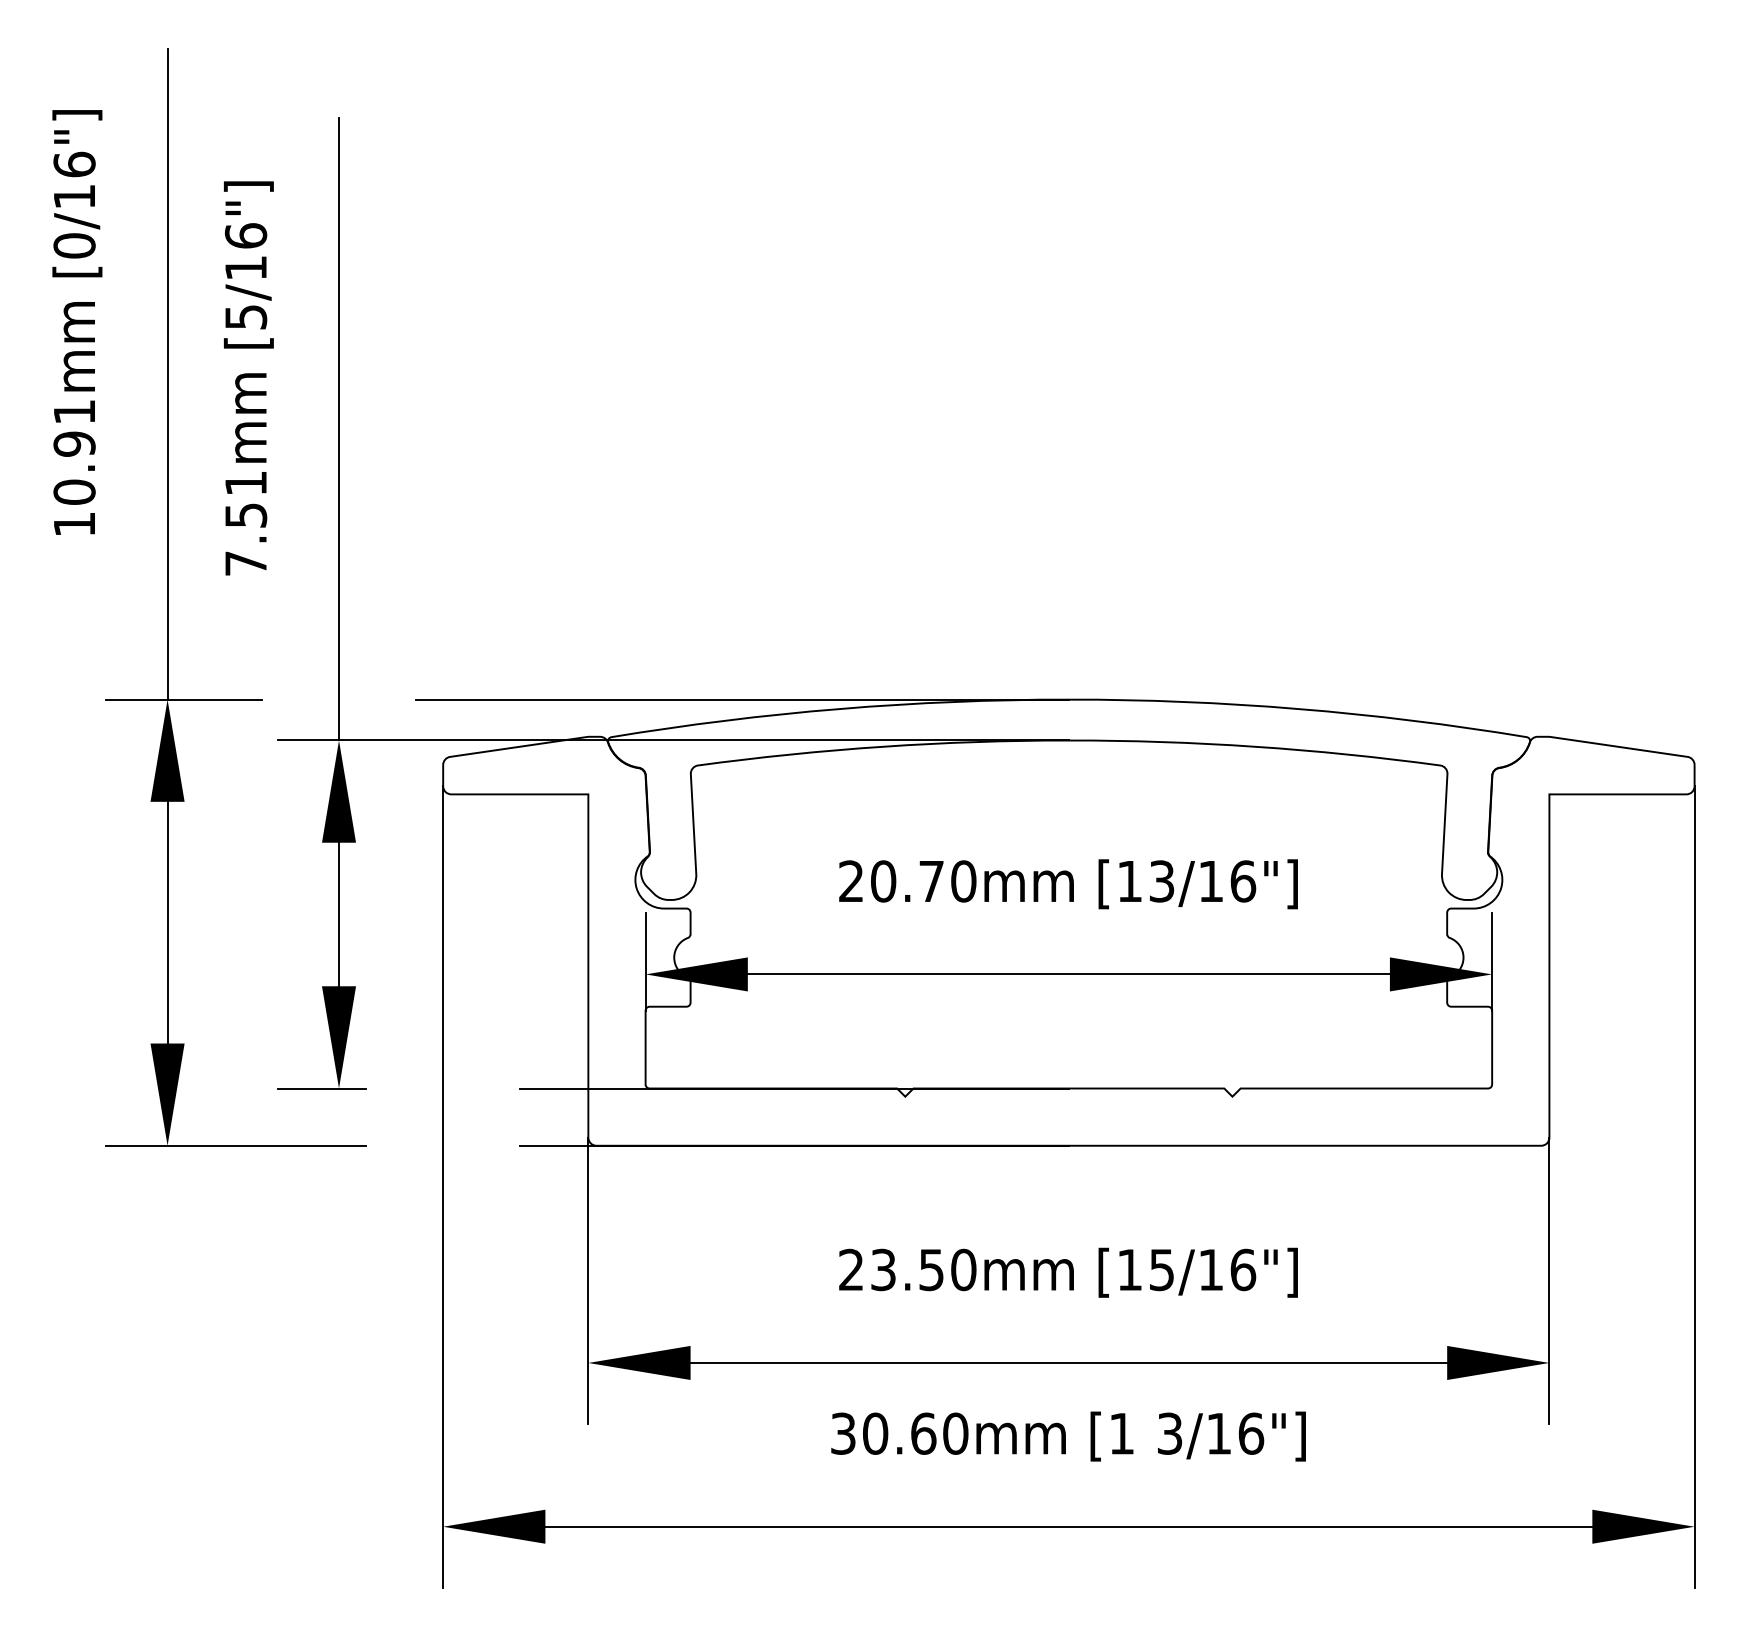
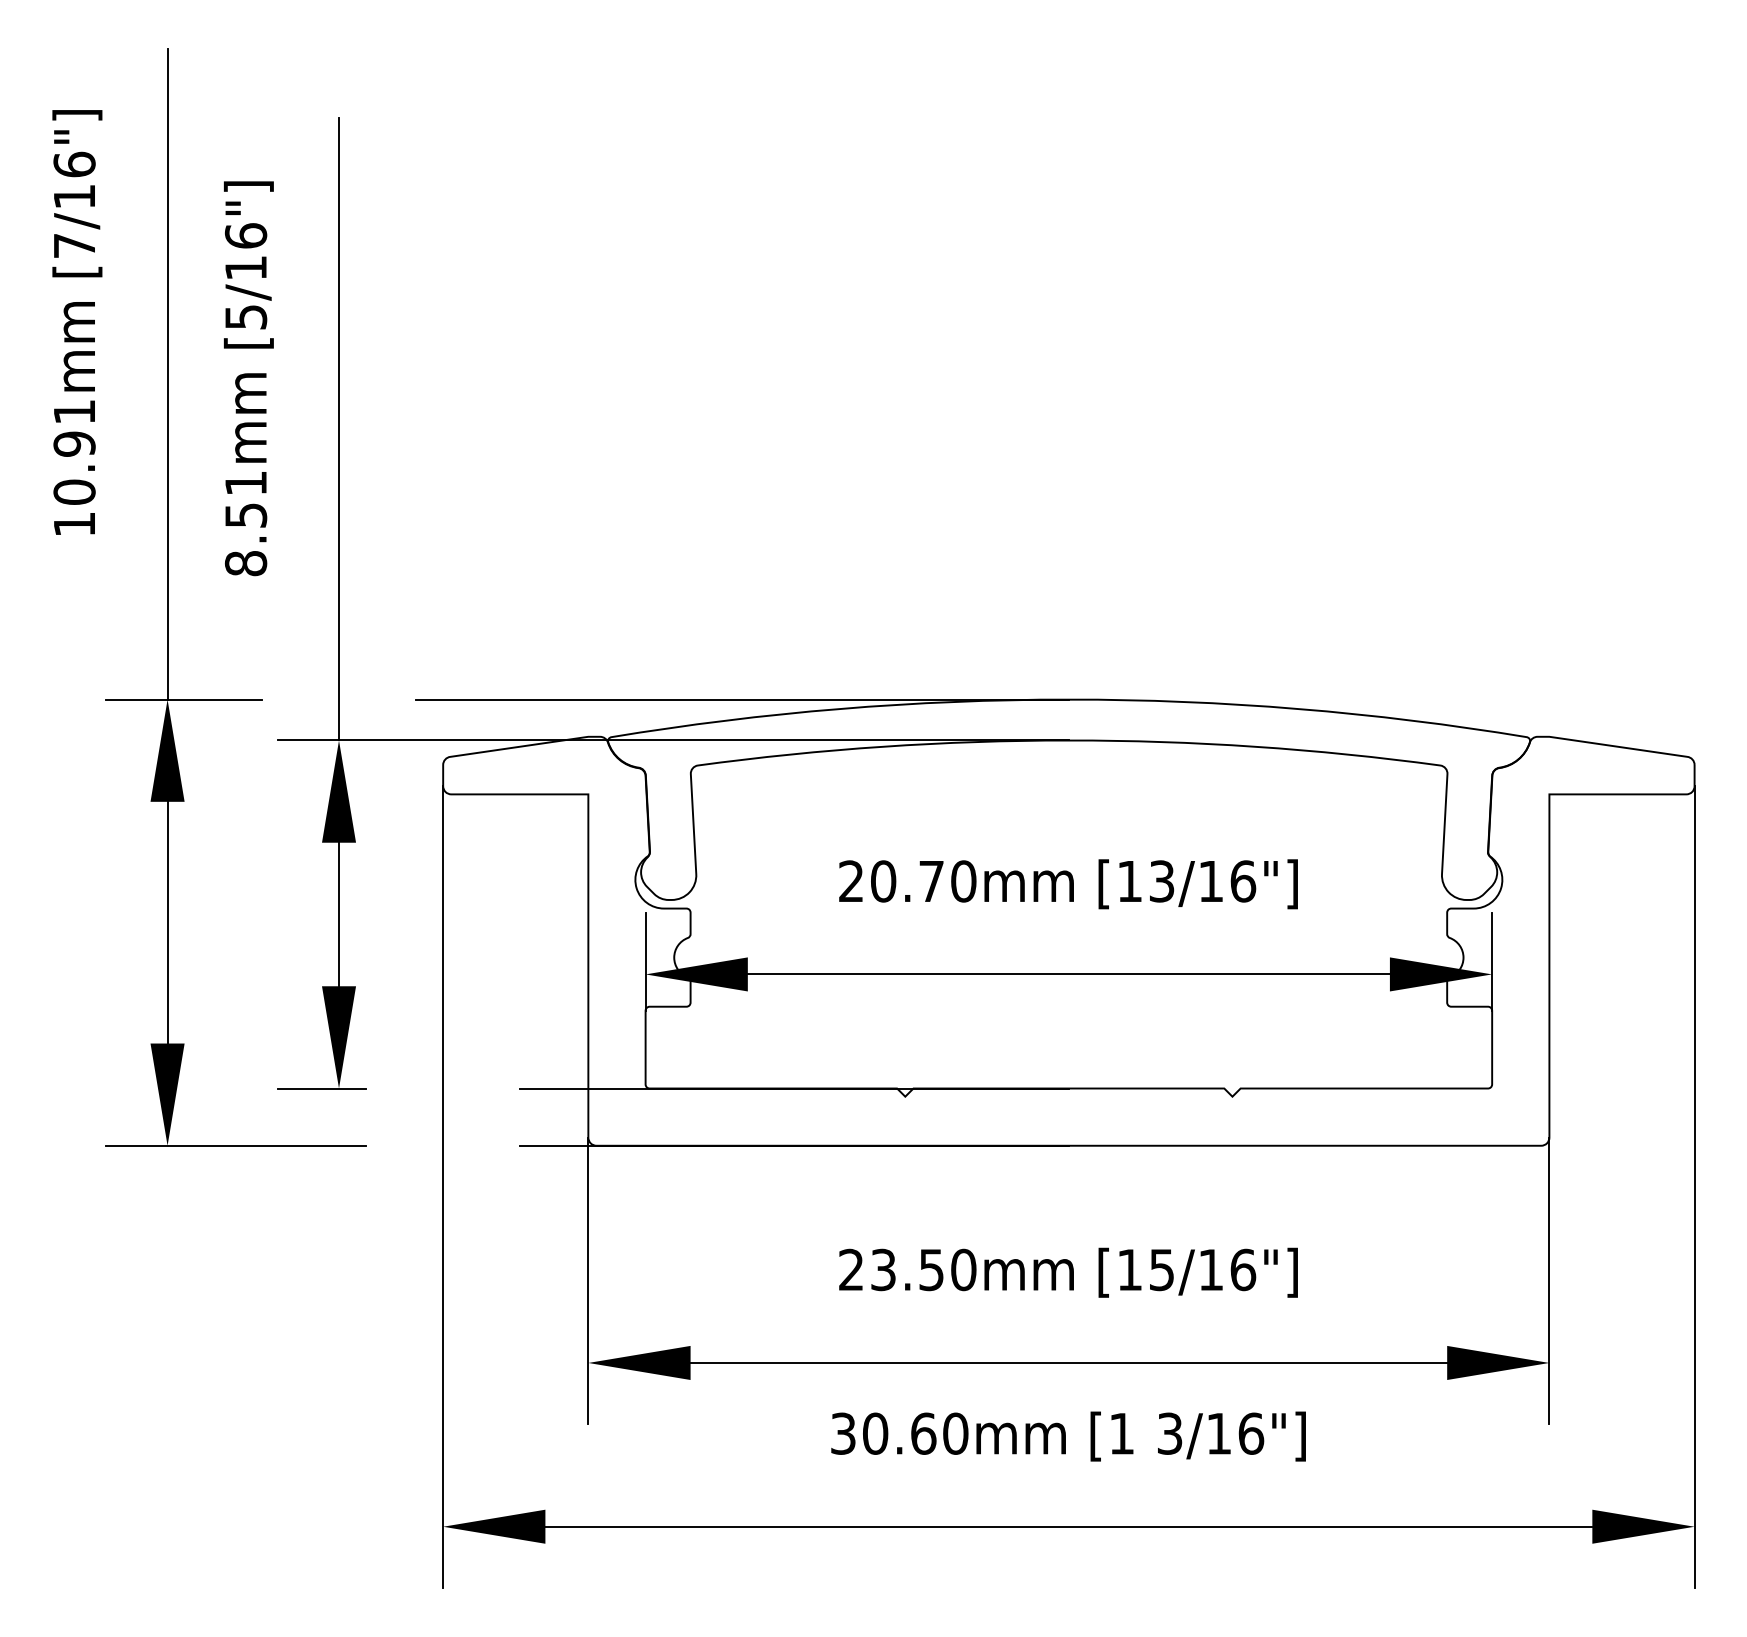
text at (74, 245): [0/16"] -> [7/16"]
text at (245, 563): 7.51mm -> 8.51mm
